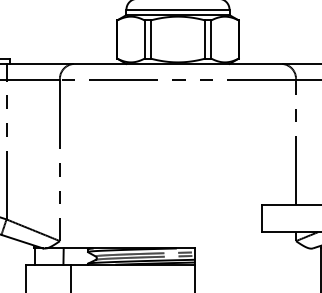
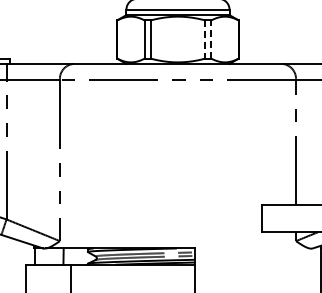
line at (211, 39): solid -> dashed
line at (205, 40): solid -> dashed
